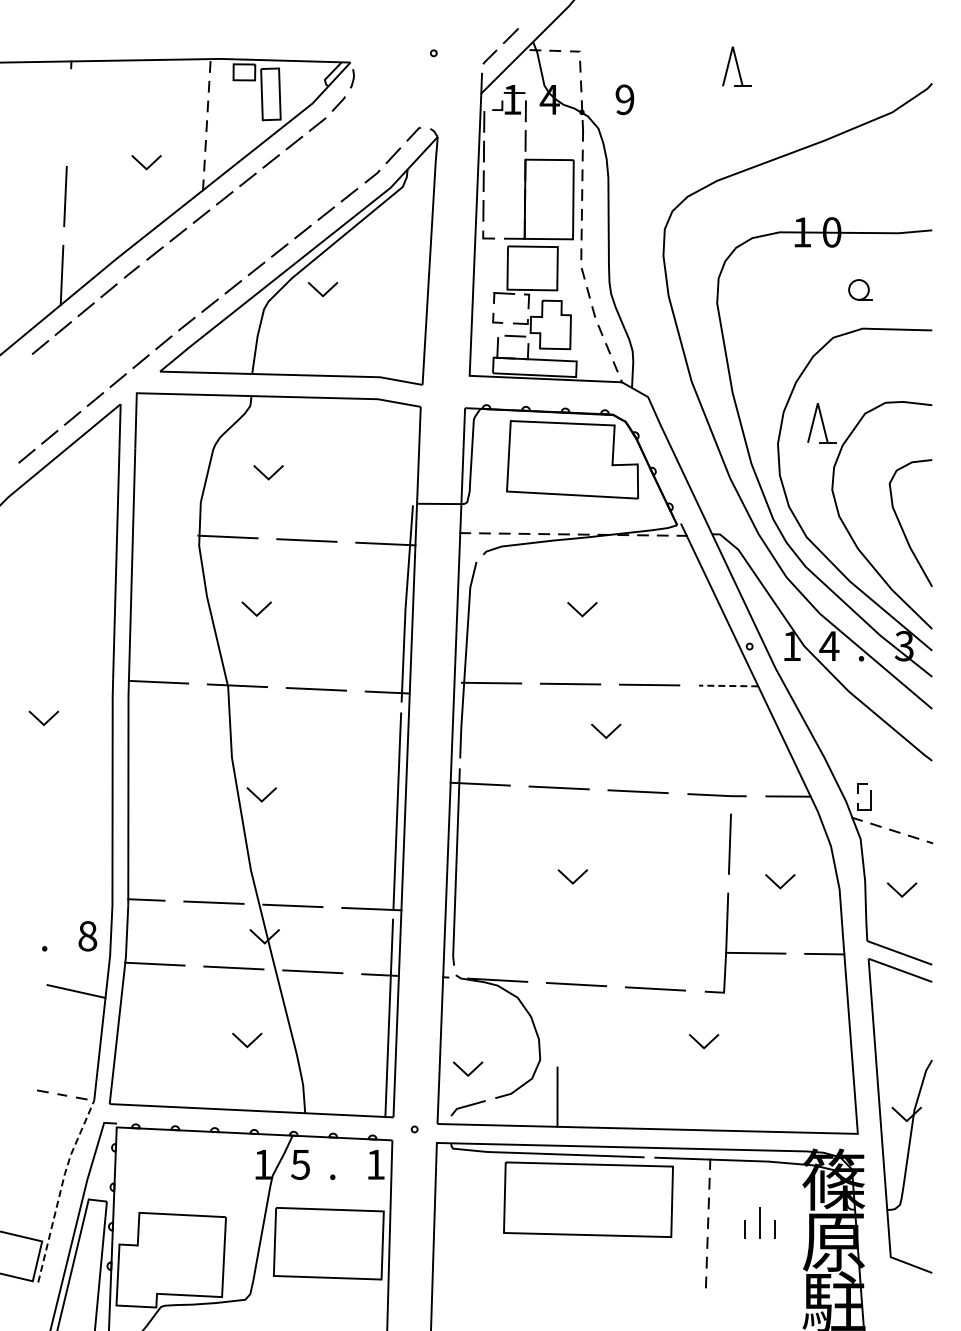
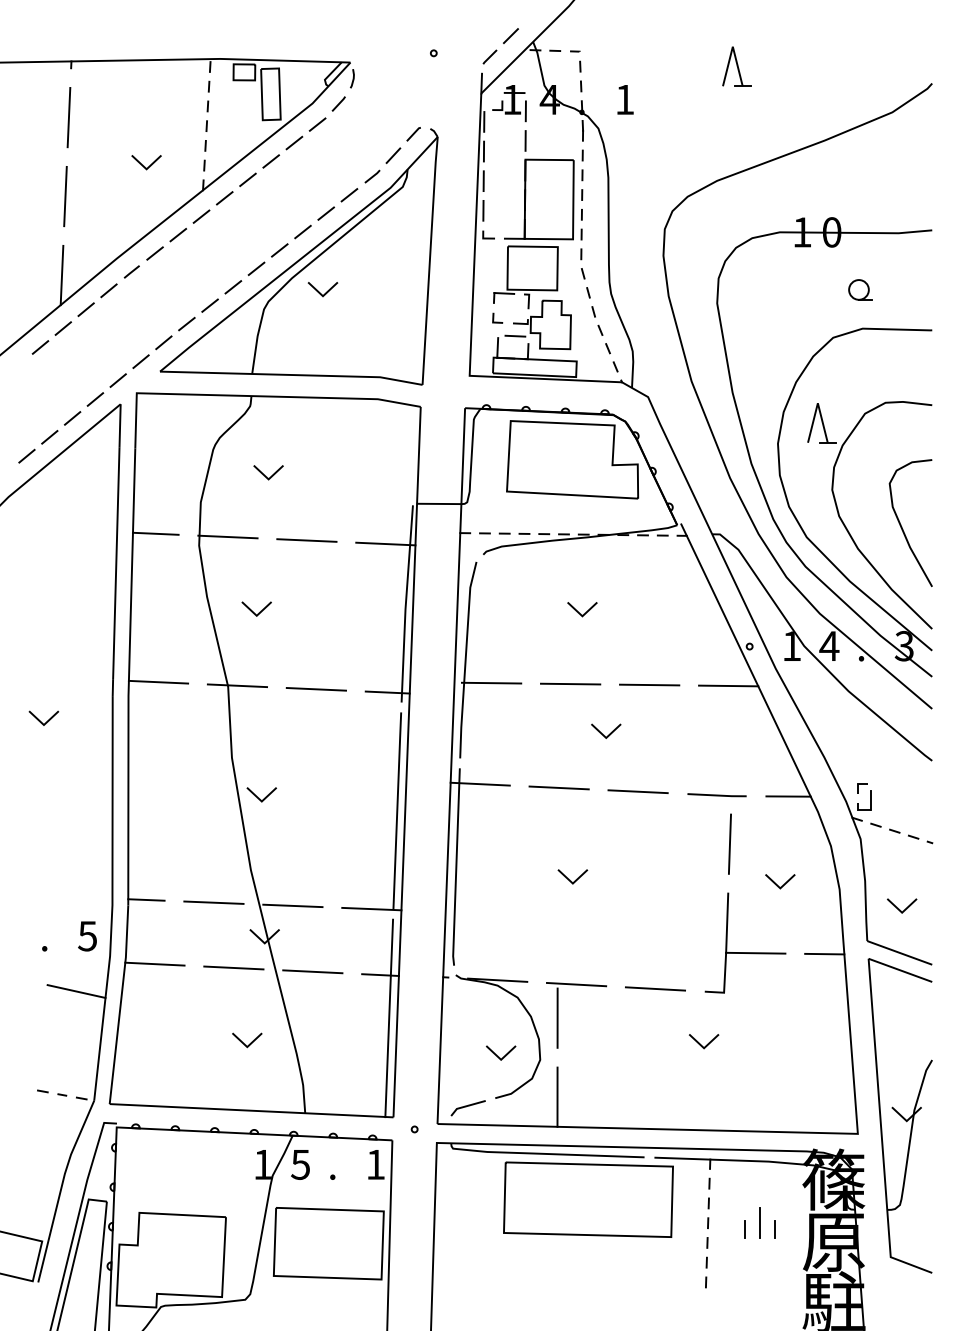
text at (624, 99): 9 -> 1
line at (68, 117): none -> present
line at (155, 533): none -> present
line at (728, 685): dashed -> solid
line at (899, 892) position: (899, 892) -> (899, 908)
text at (87, 936): 8 -> 5
line at (557, 1017): none -> present
line at (471, 1071) position: (471, 1071) -> (504, 1055)
line at (61, 1188): dashed -> solid
